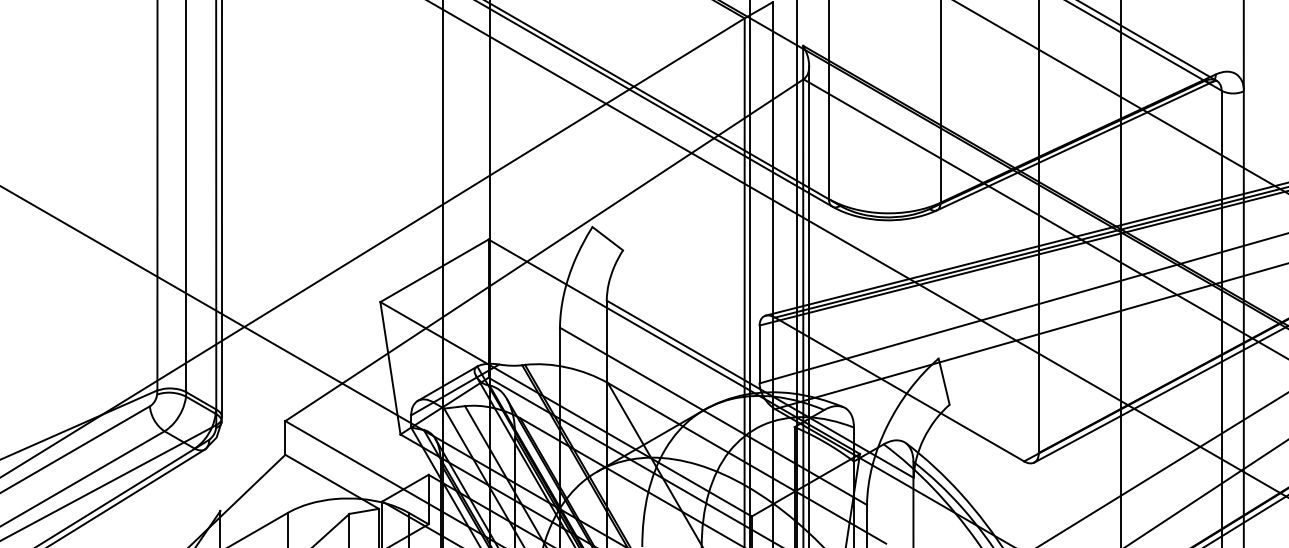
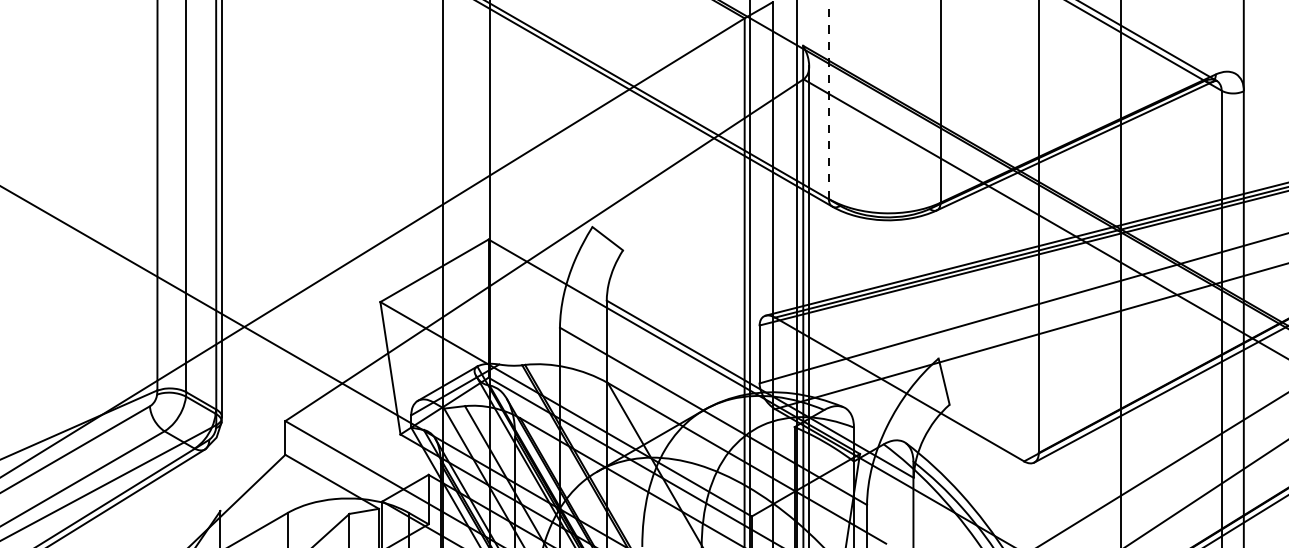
line at (1120, 97): present -> none
line at (828, 99): solid -> dashed
line at (857, 249): present -> none
